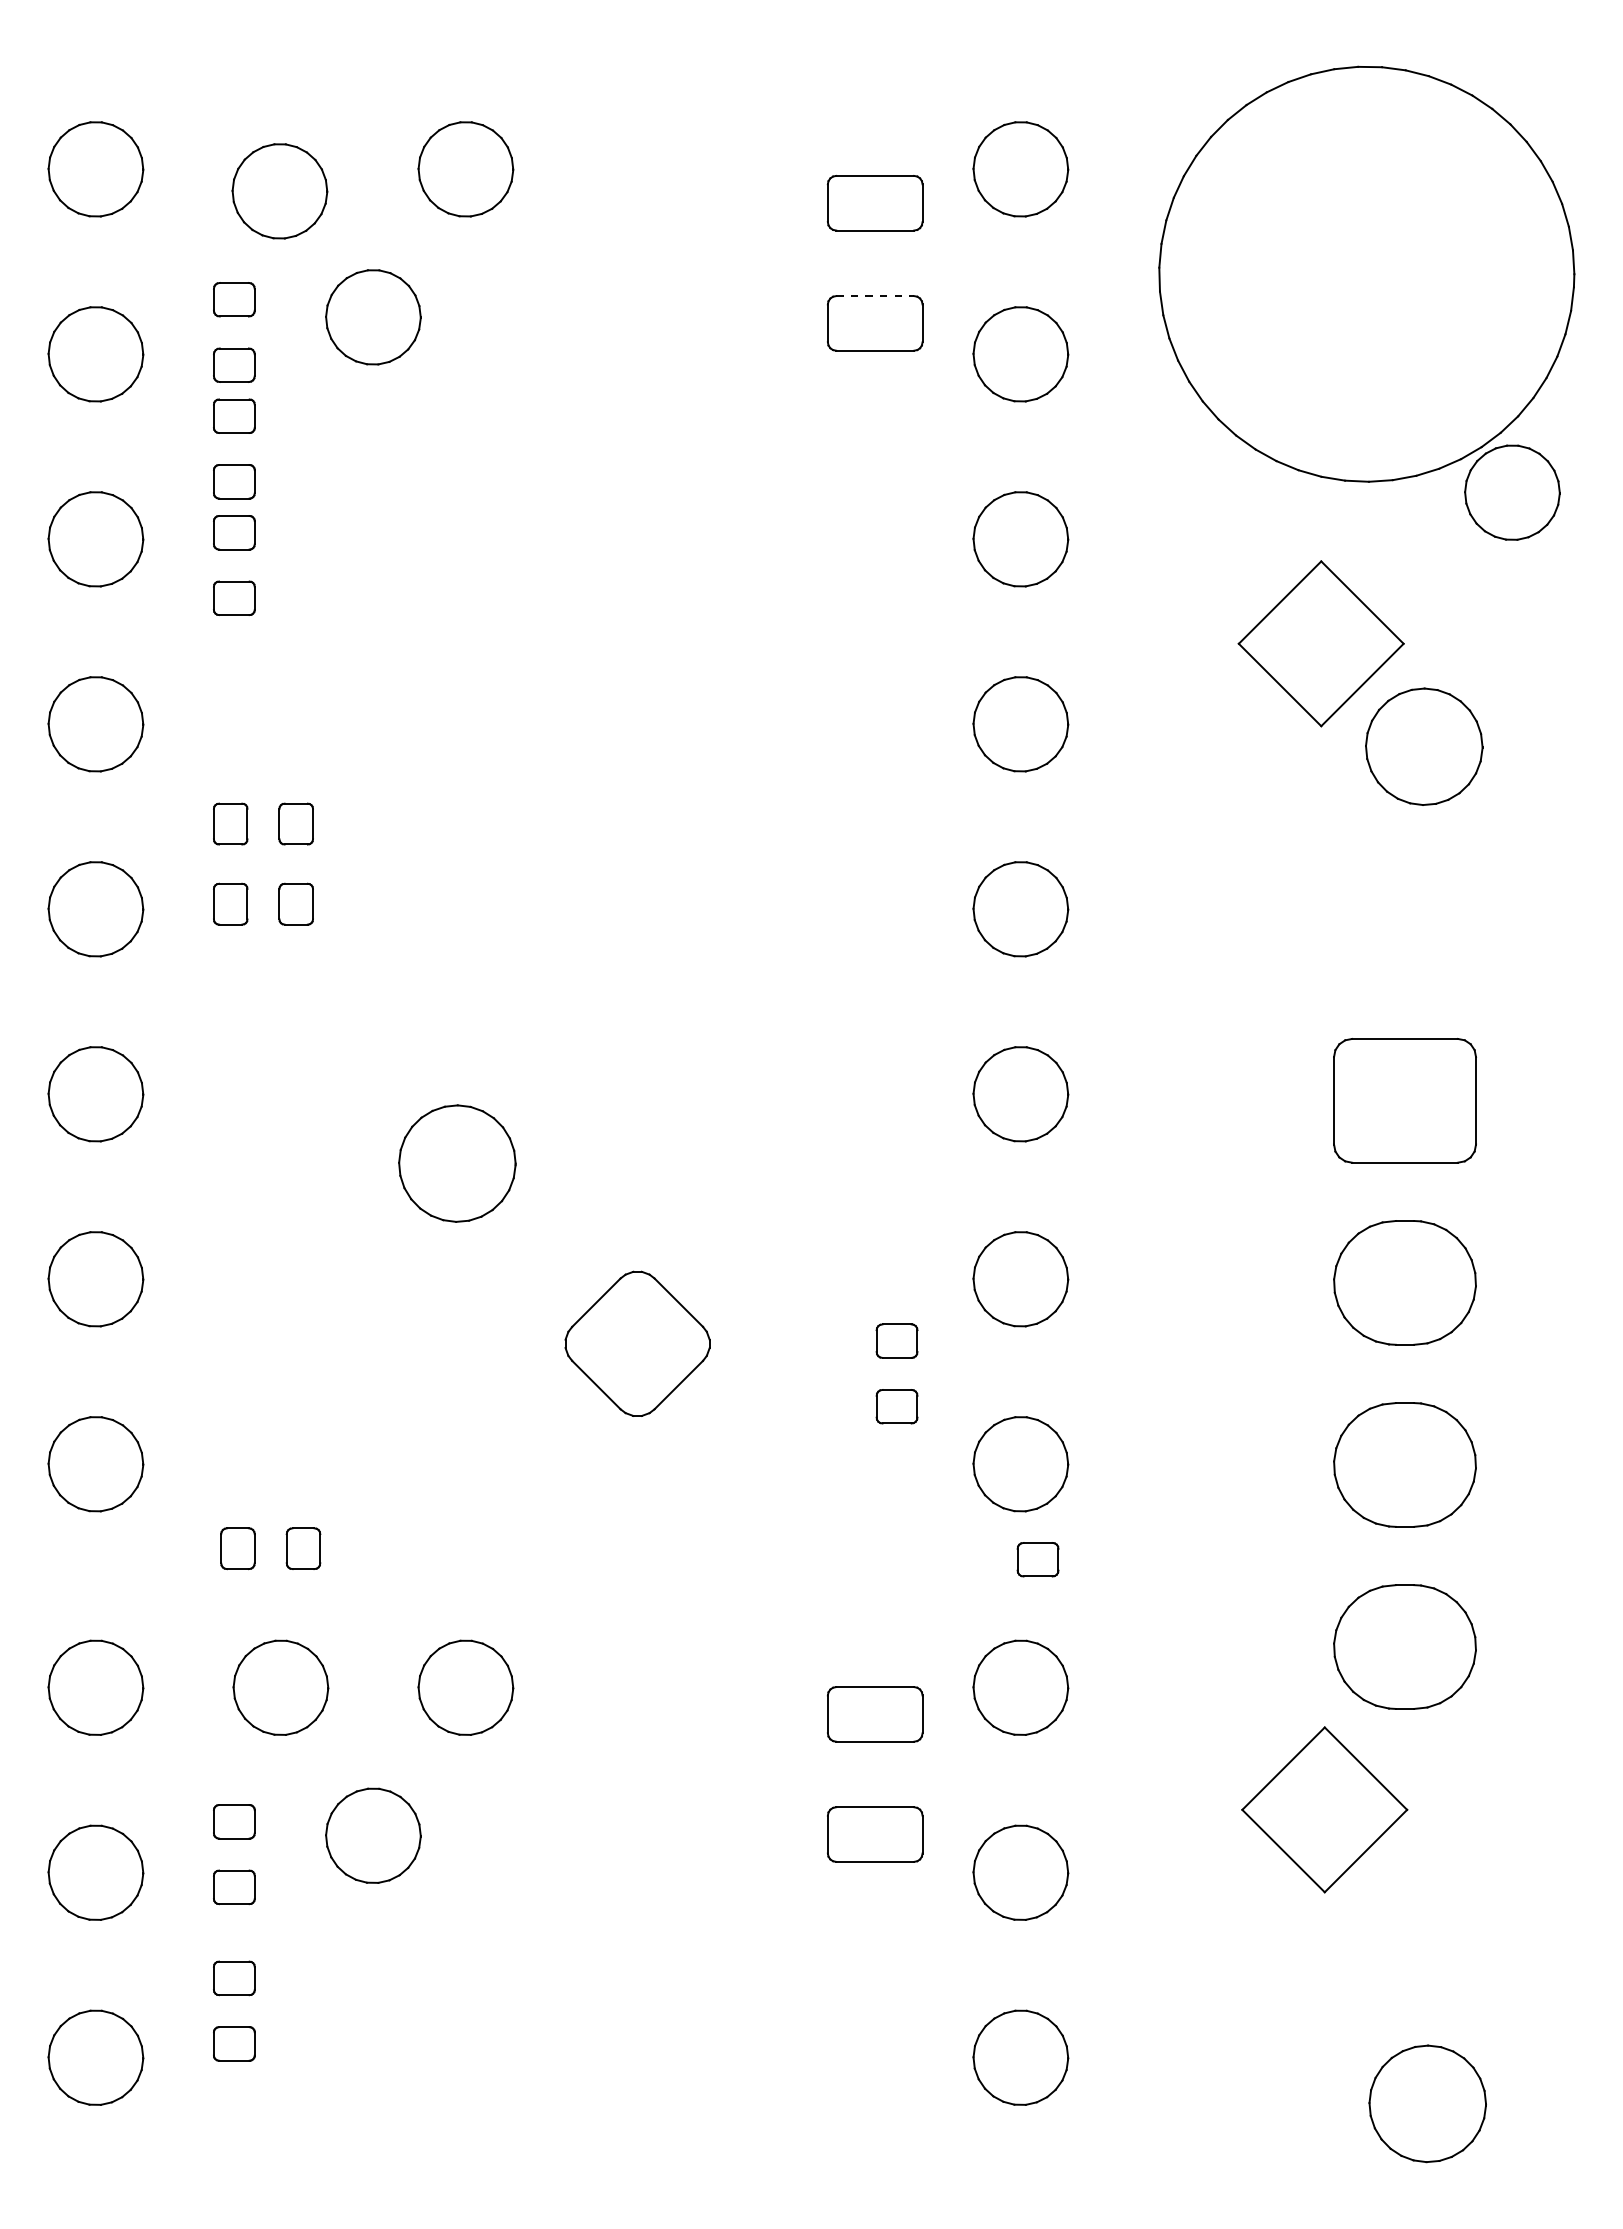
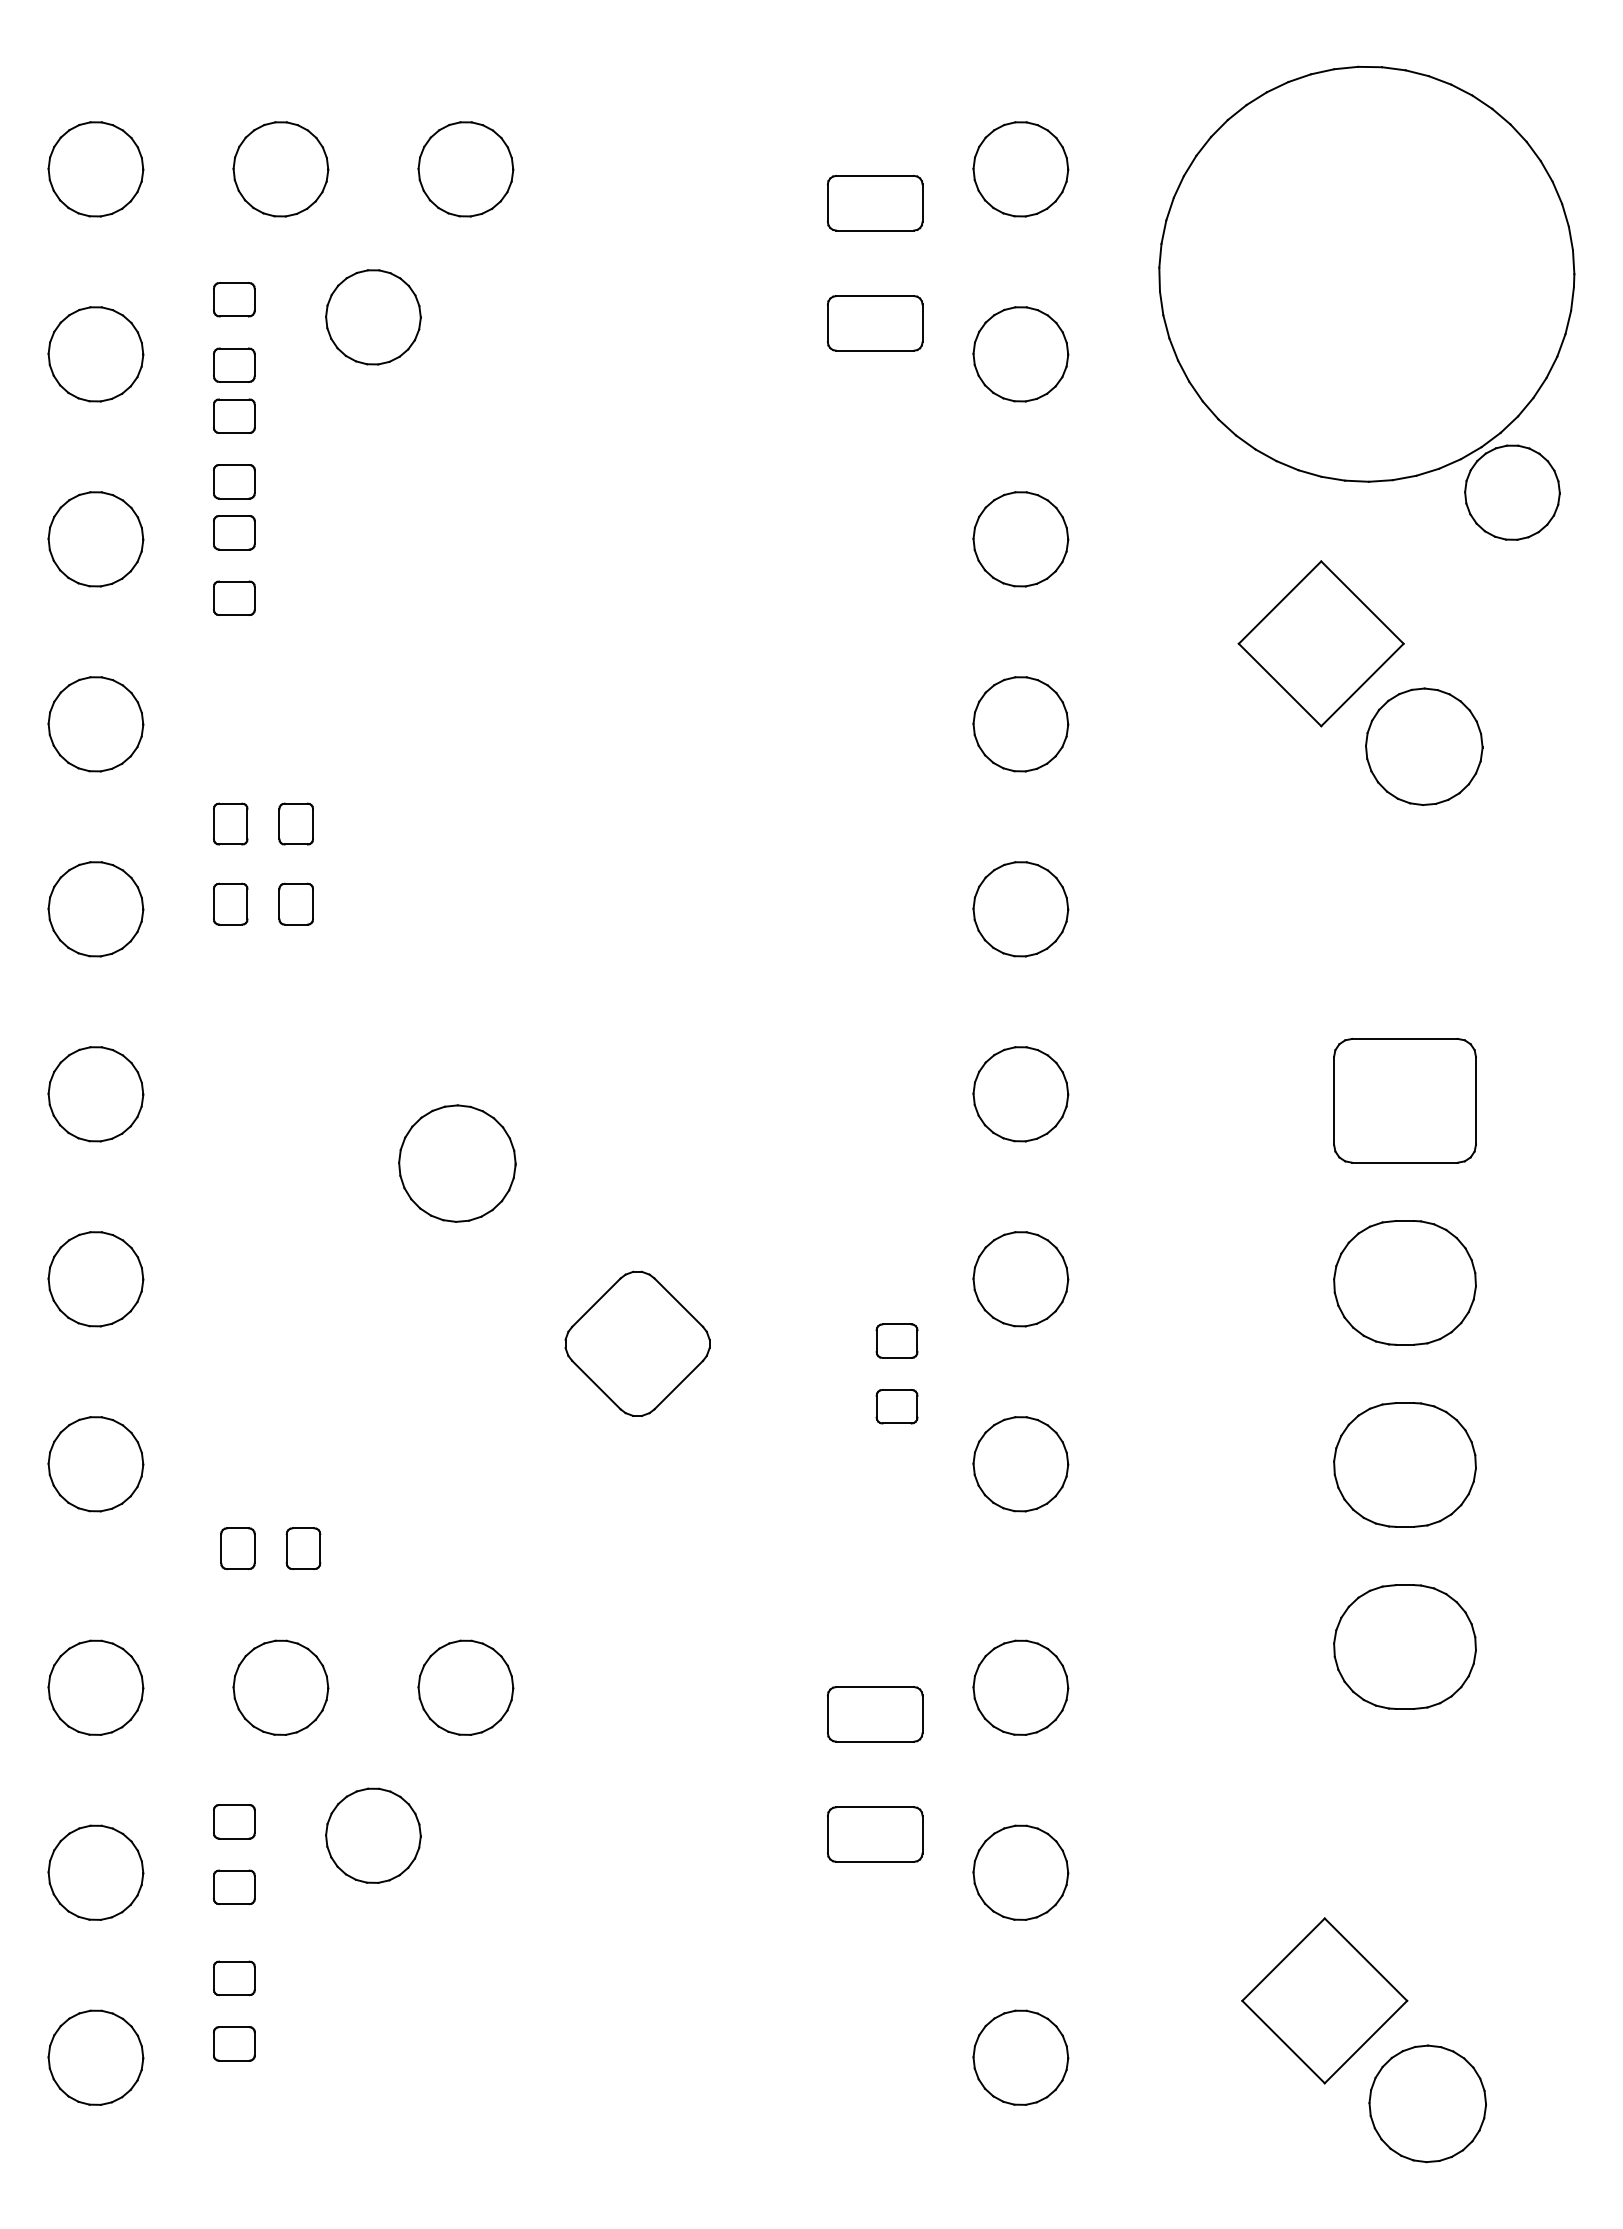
part at (279, 191) position: (279, 191) -> (280, 169)
line at (875, 296): dashed -> solid
part at (1037, 1559): present -> none
part at (1324, 1809) position: (1324, 1809) -> (1324, 2000)
